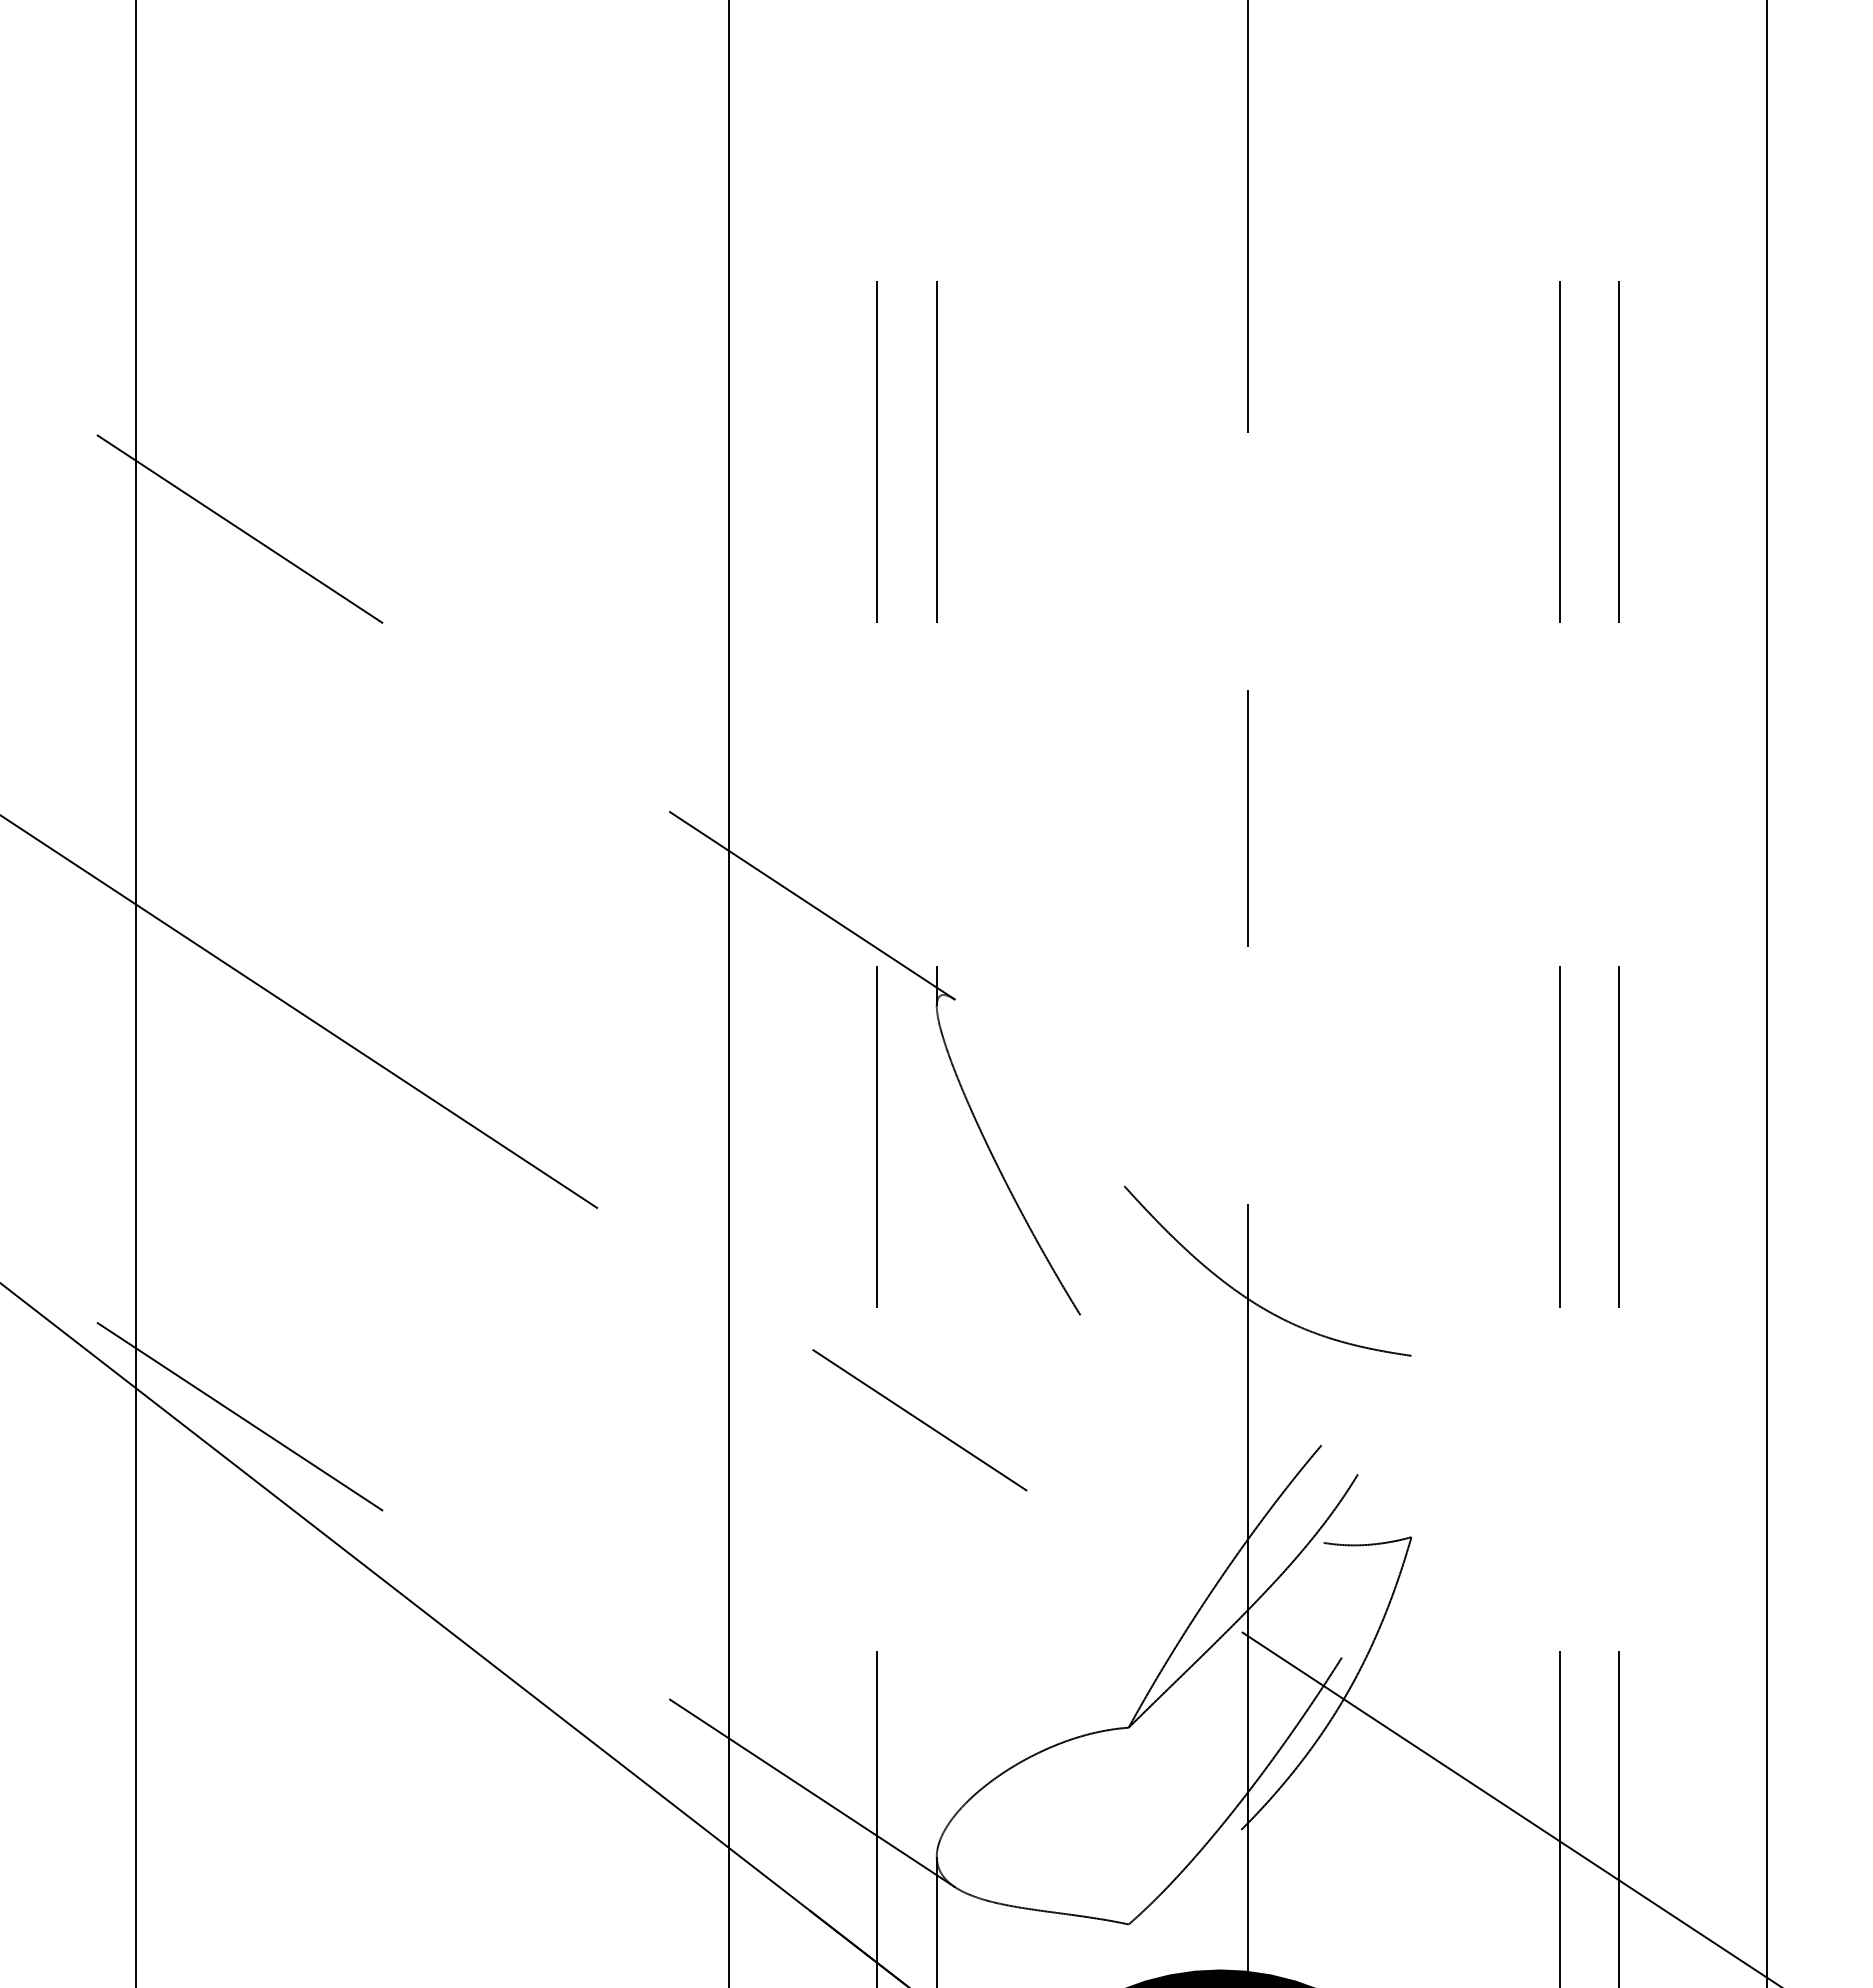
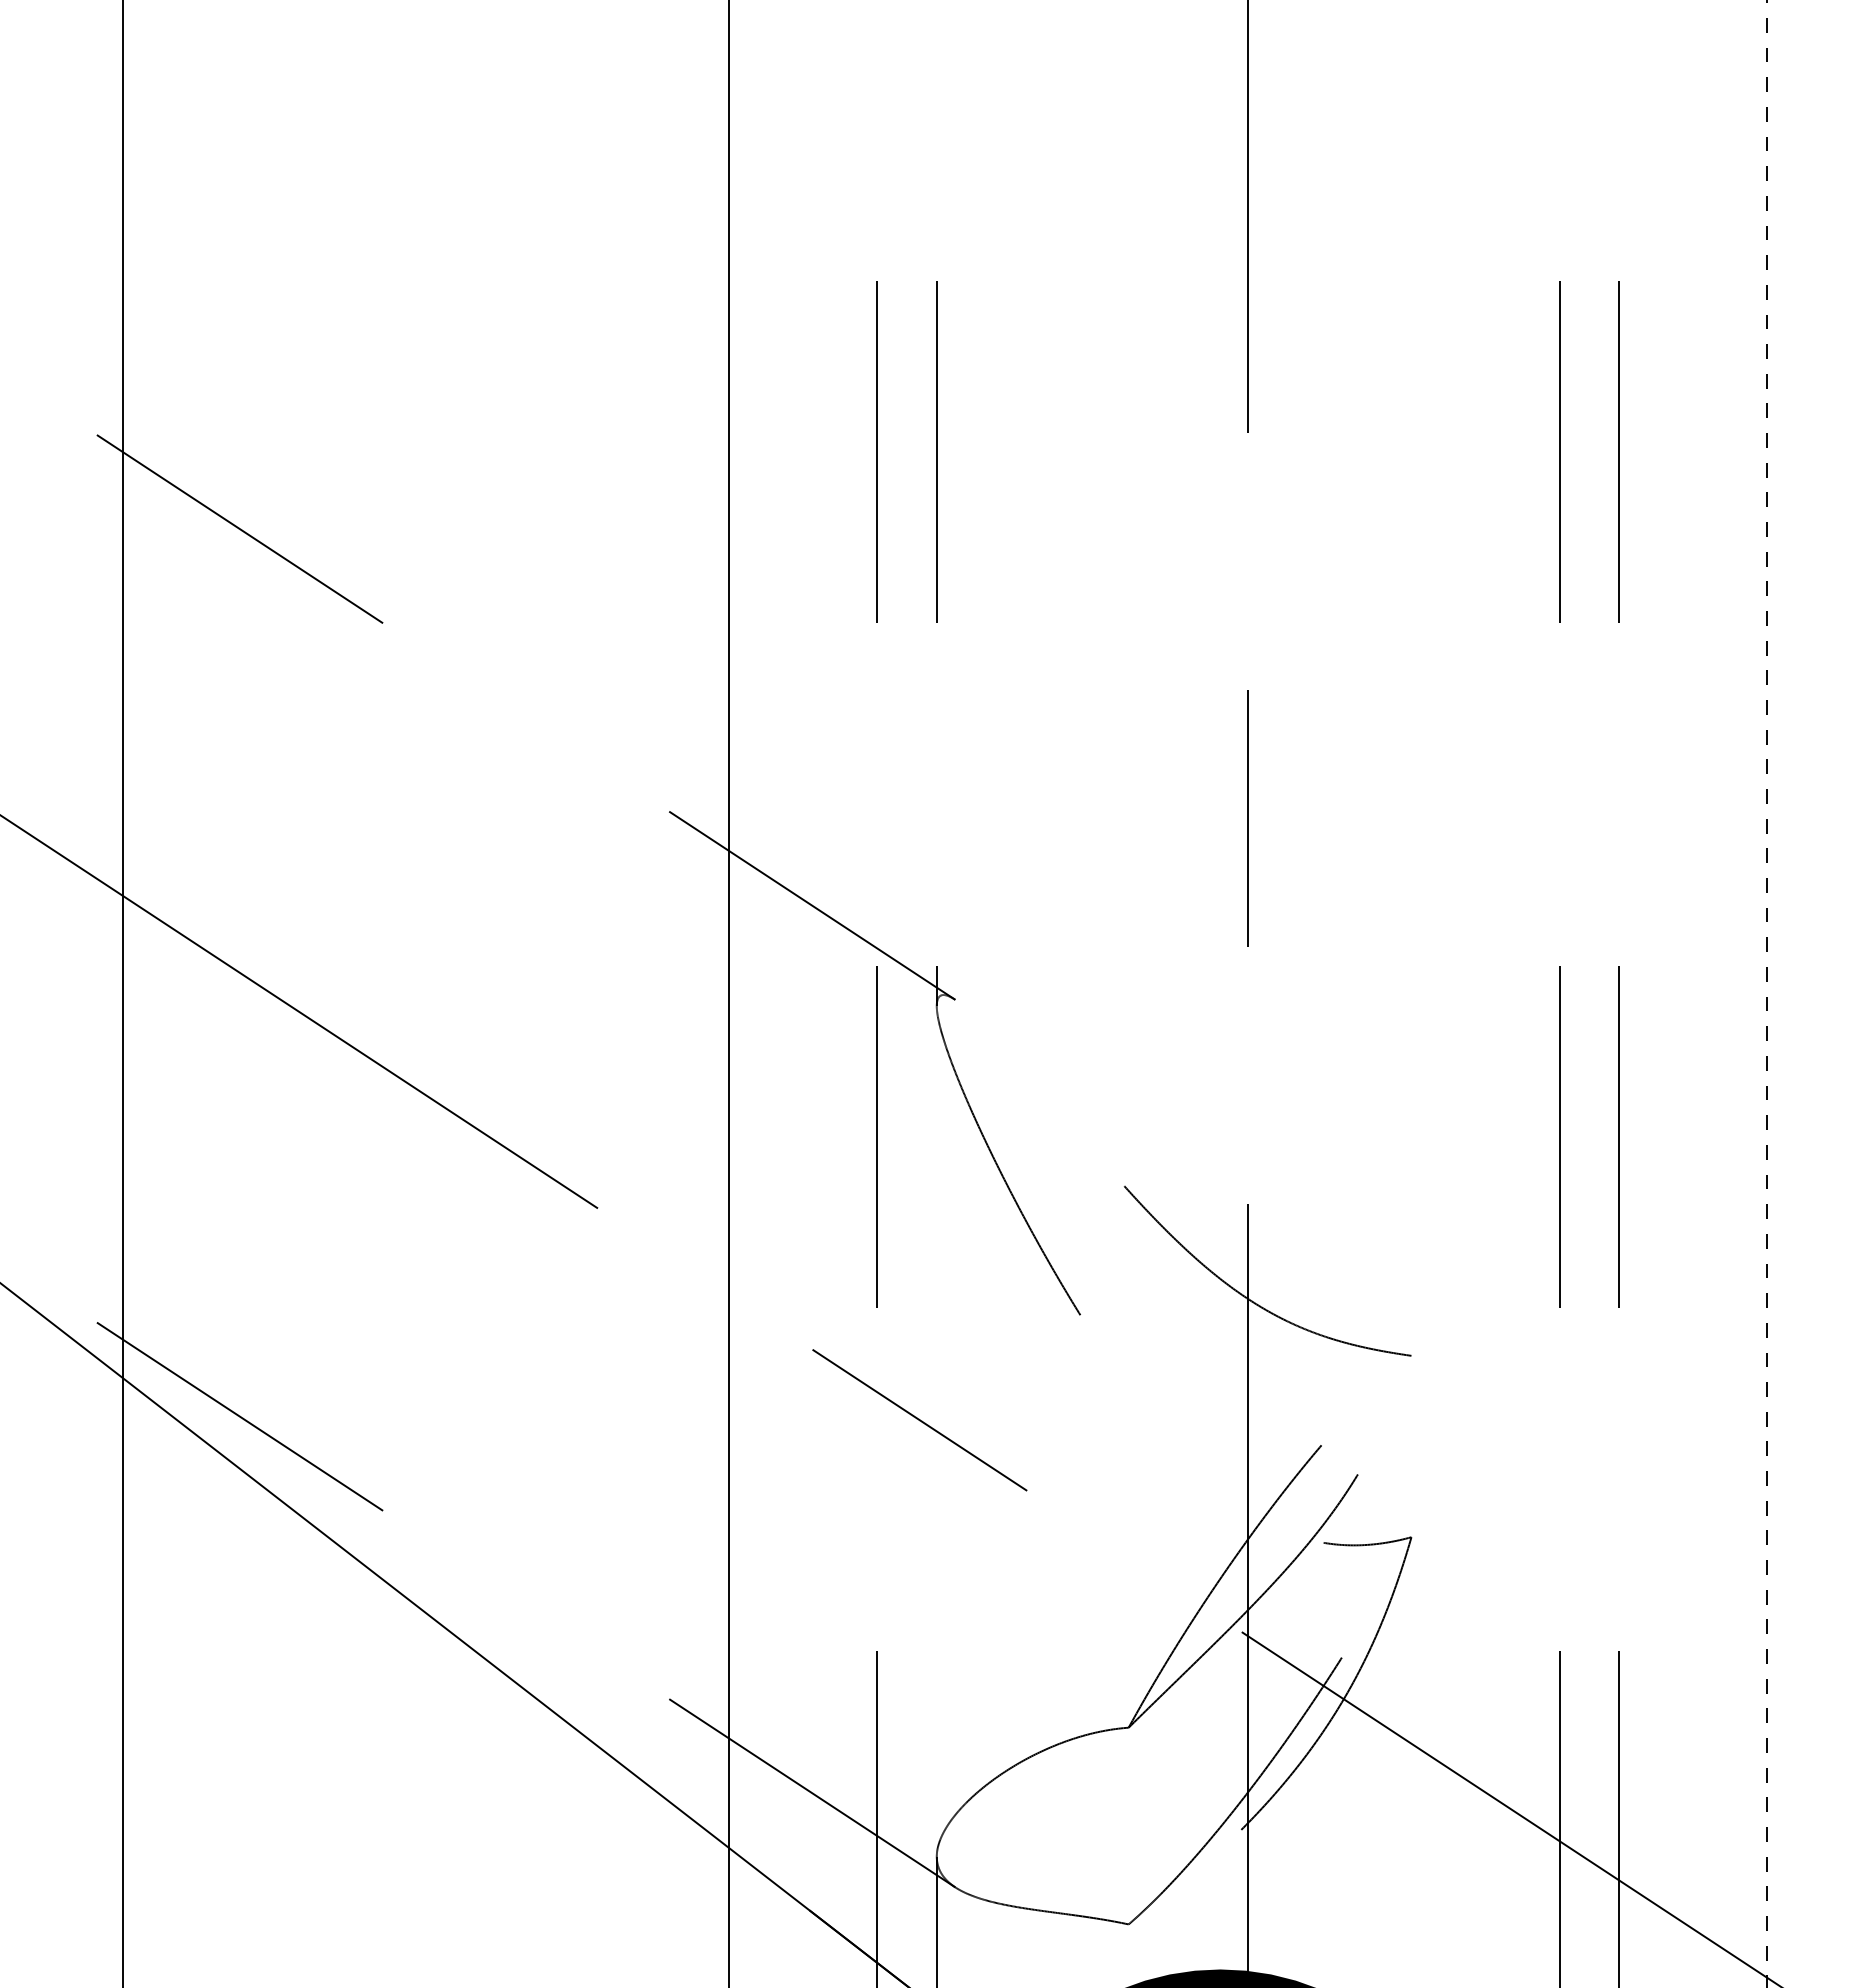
line at (136, 993) position: (136, 993) -> (123, 993)
line at (1767, 993): solid -> dashed
